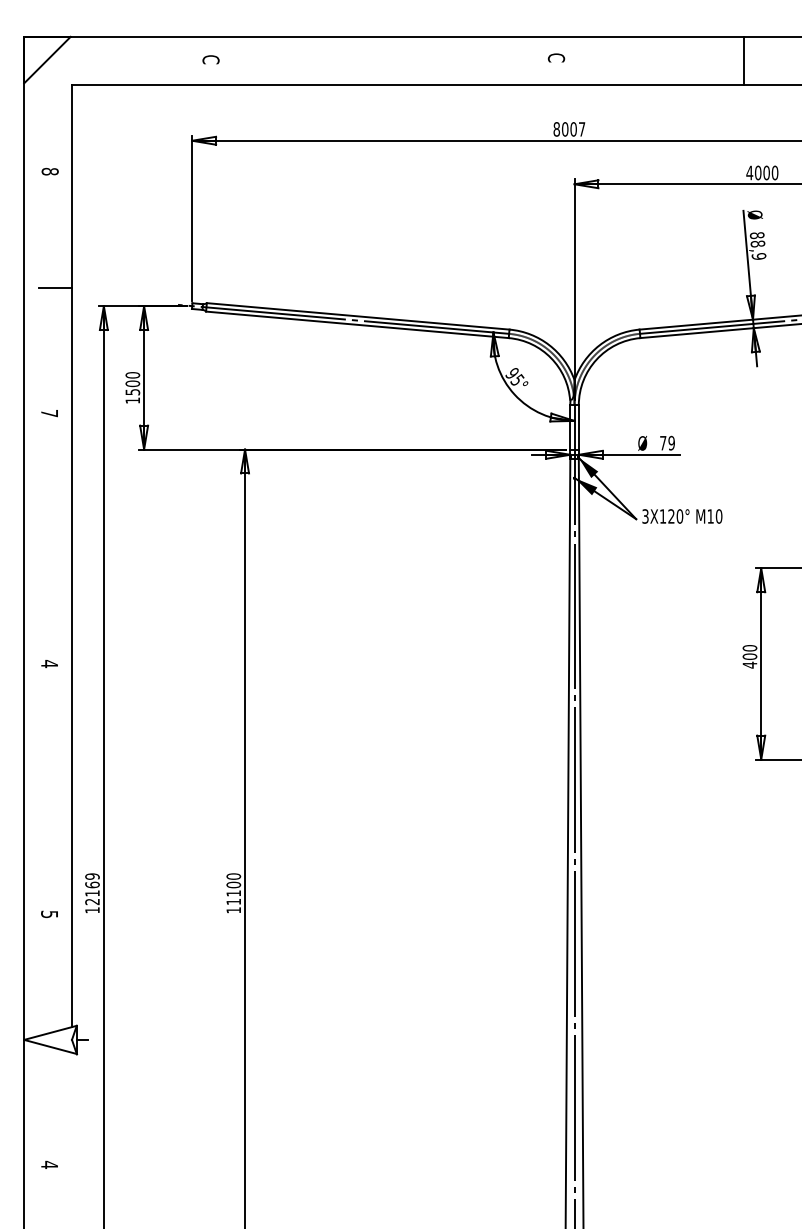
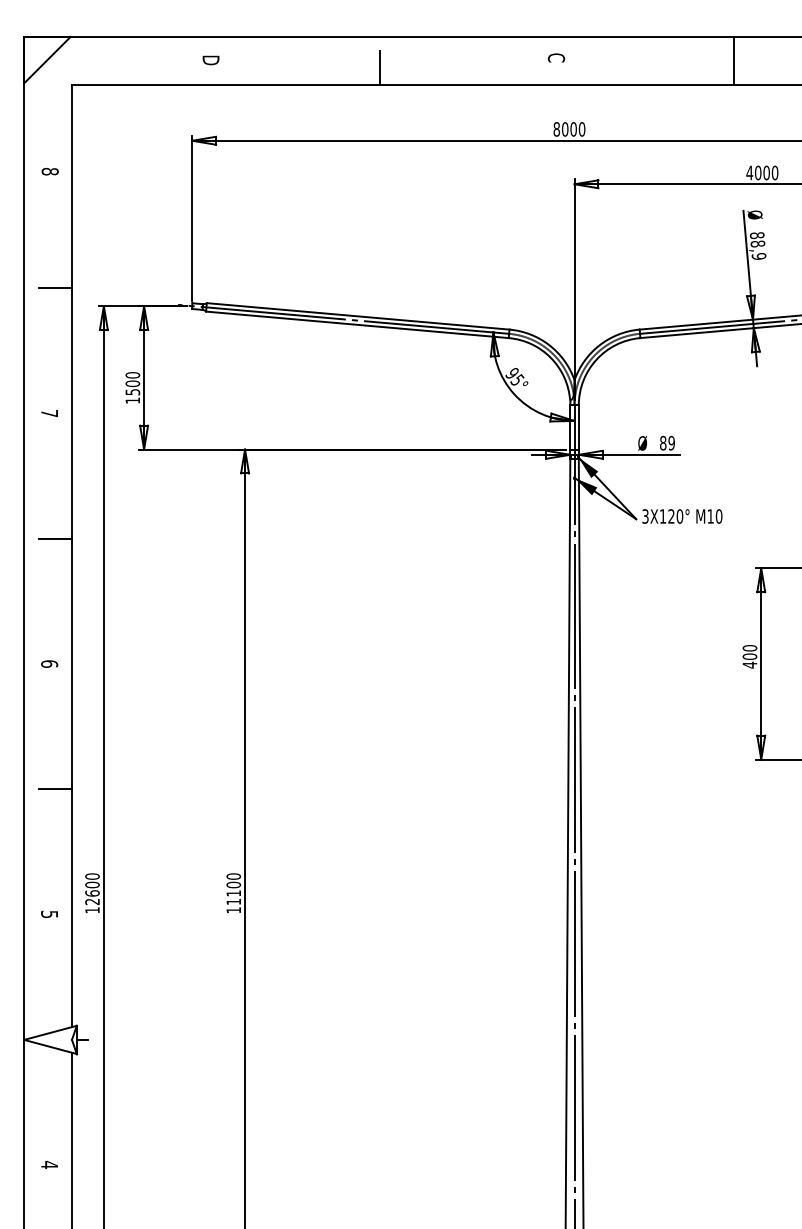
text at (210, 60): C -> D
line at (743, 60) position: (743, 60) -> (733, 60)
line at (380, 67): none -> present
text at (581, 129): 8007 -> 8000
text at (663, 442): 79 -> 89
line at (55, 538): none -> present
text at (49, 663): 4 -> 6
line at (55, 789): none -> present
text at (92, 884): 12169 -> 12600
line at (72, 1138): none -> present
